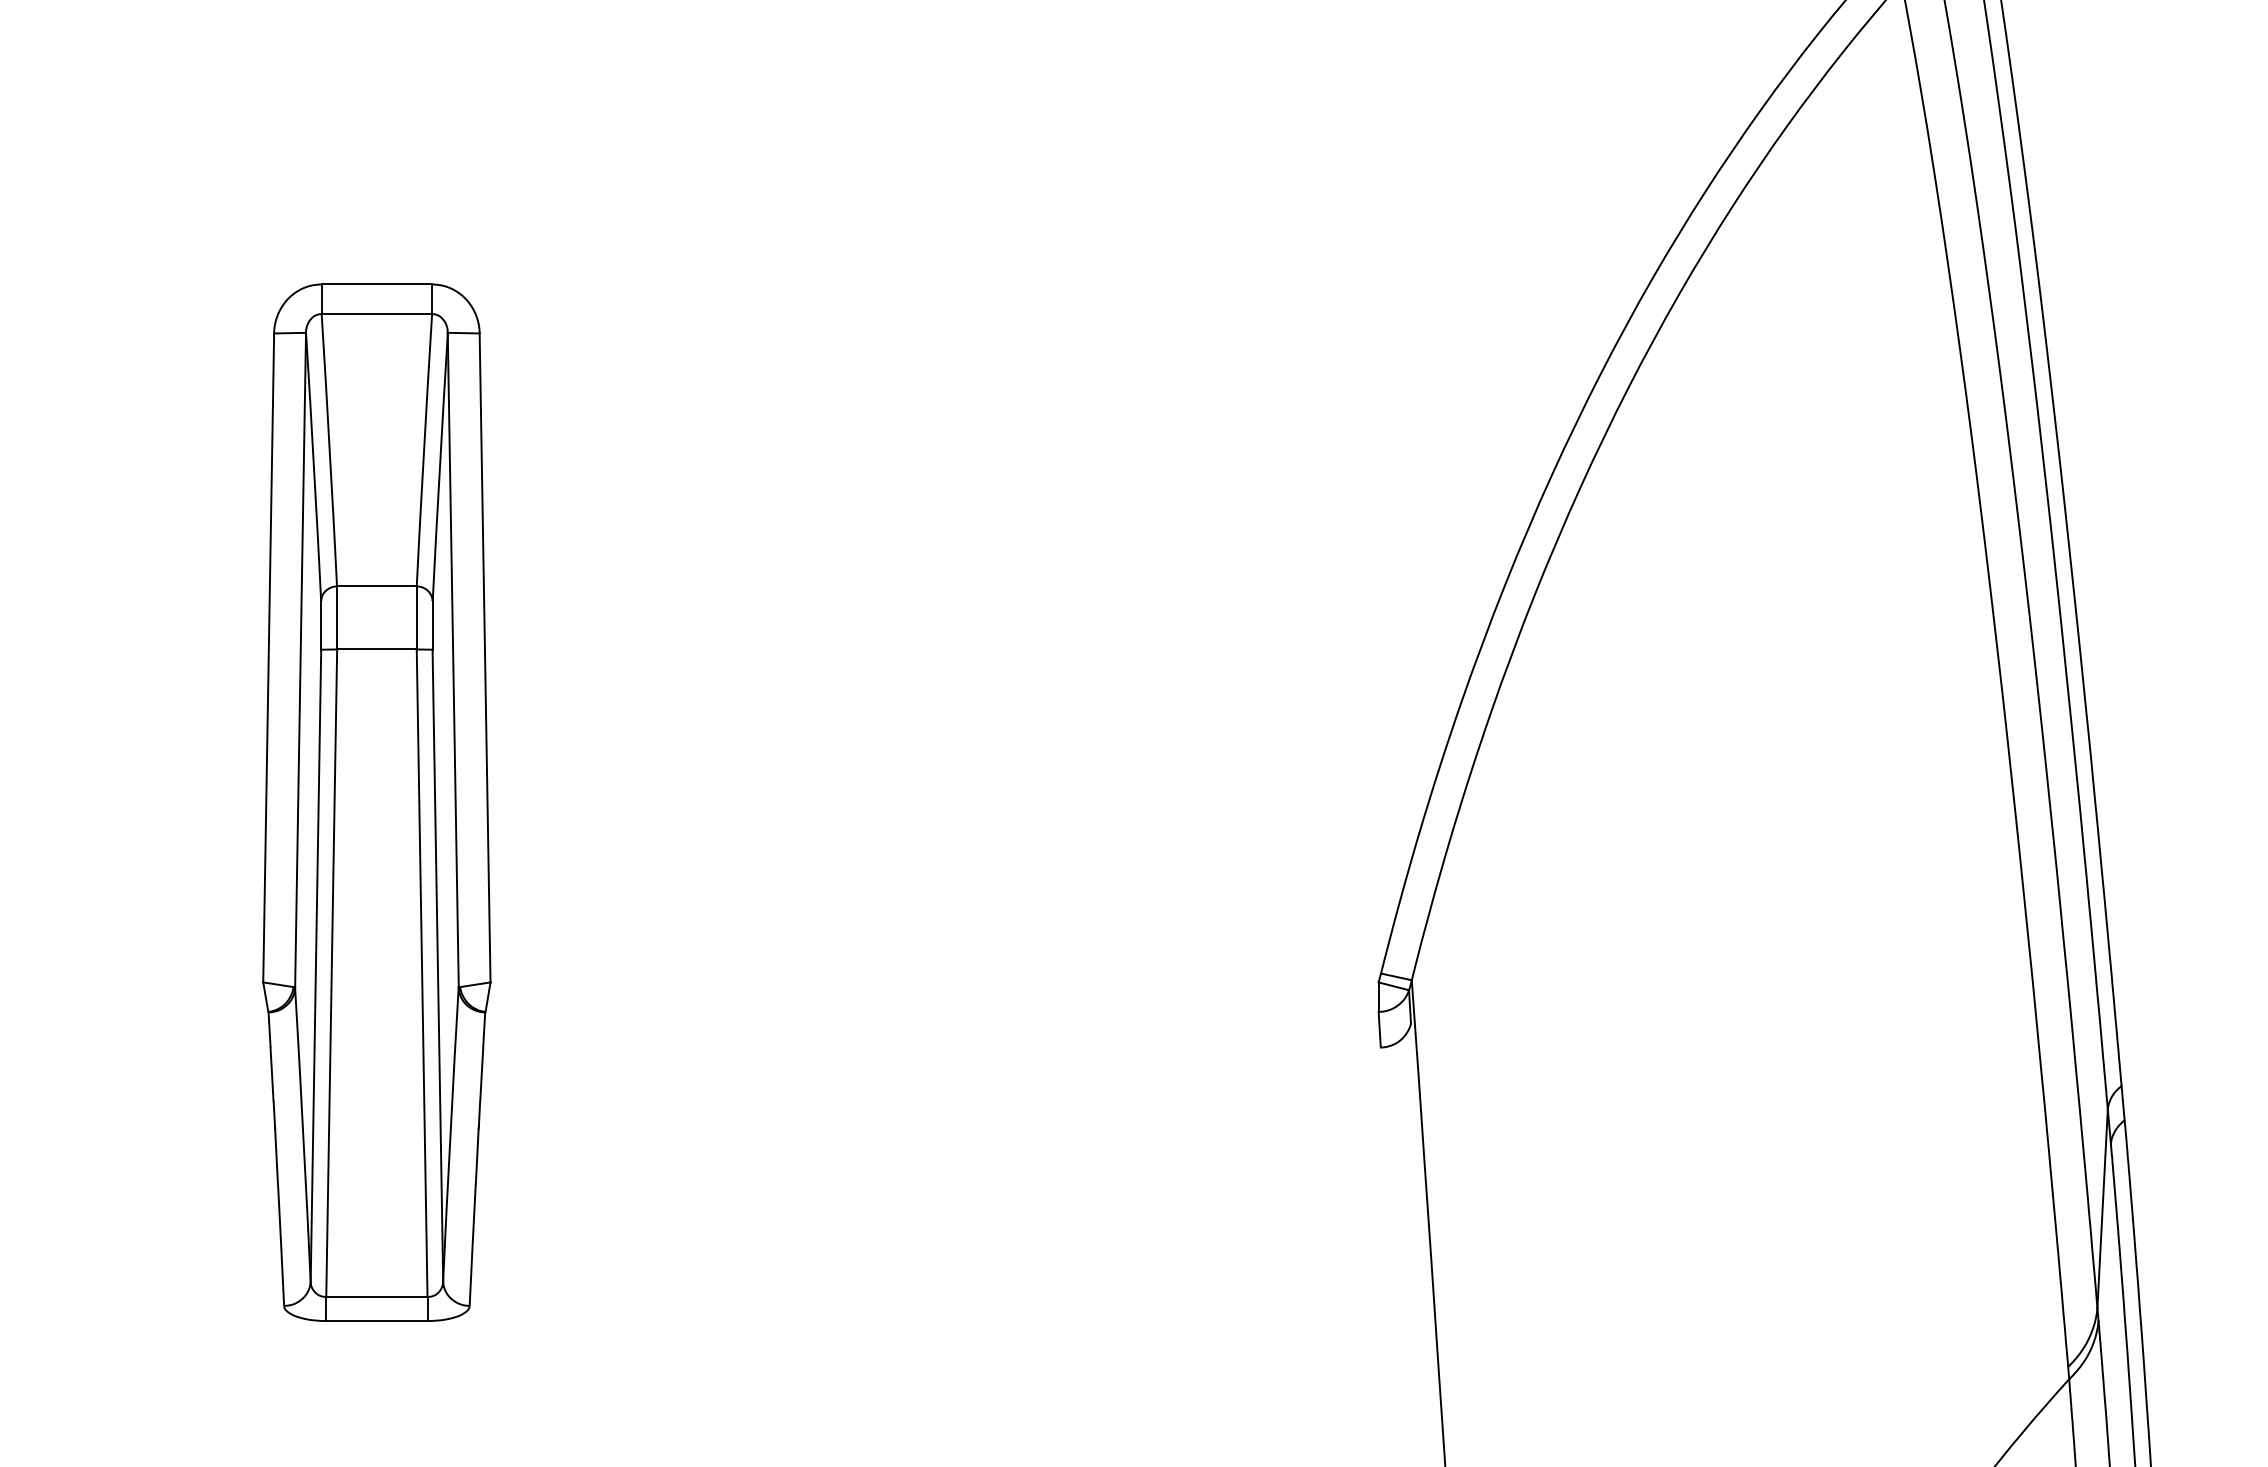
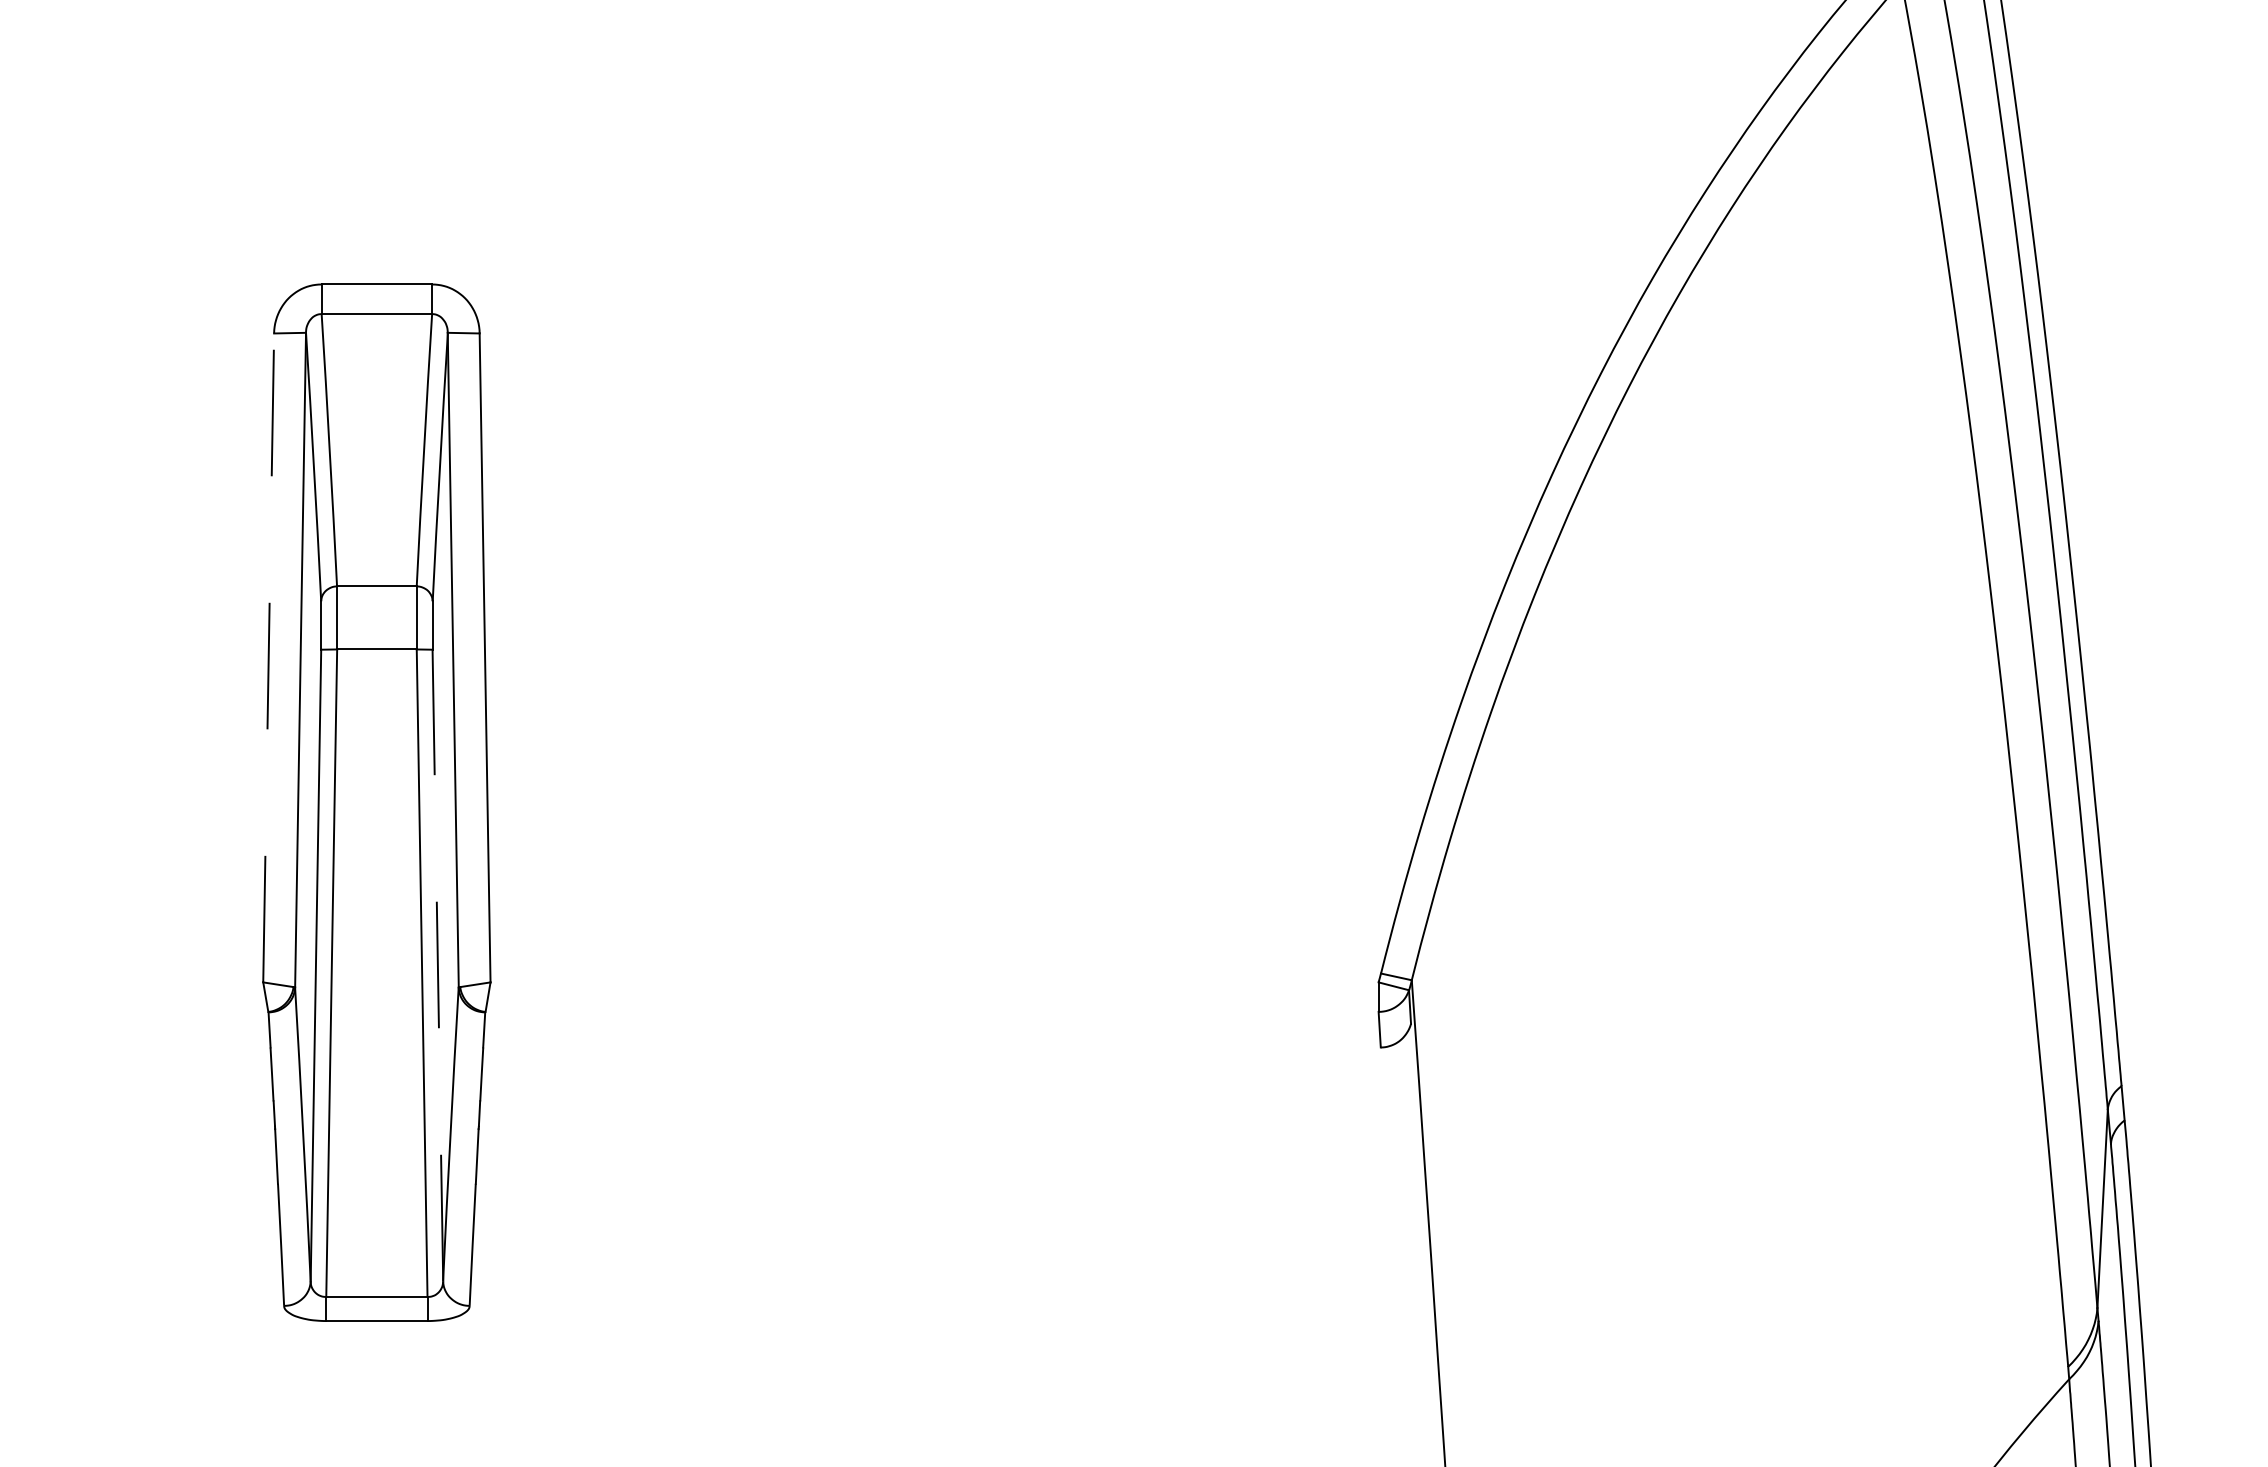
line at (268, 657): solid -> dashed
line at (437, 965): solid -> dashed
